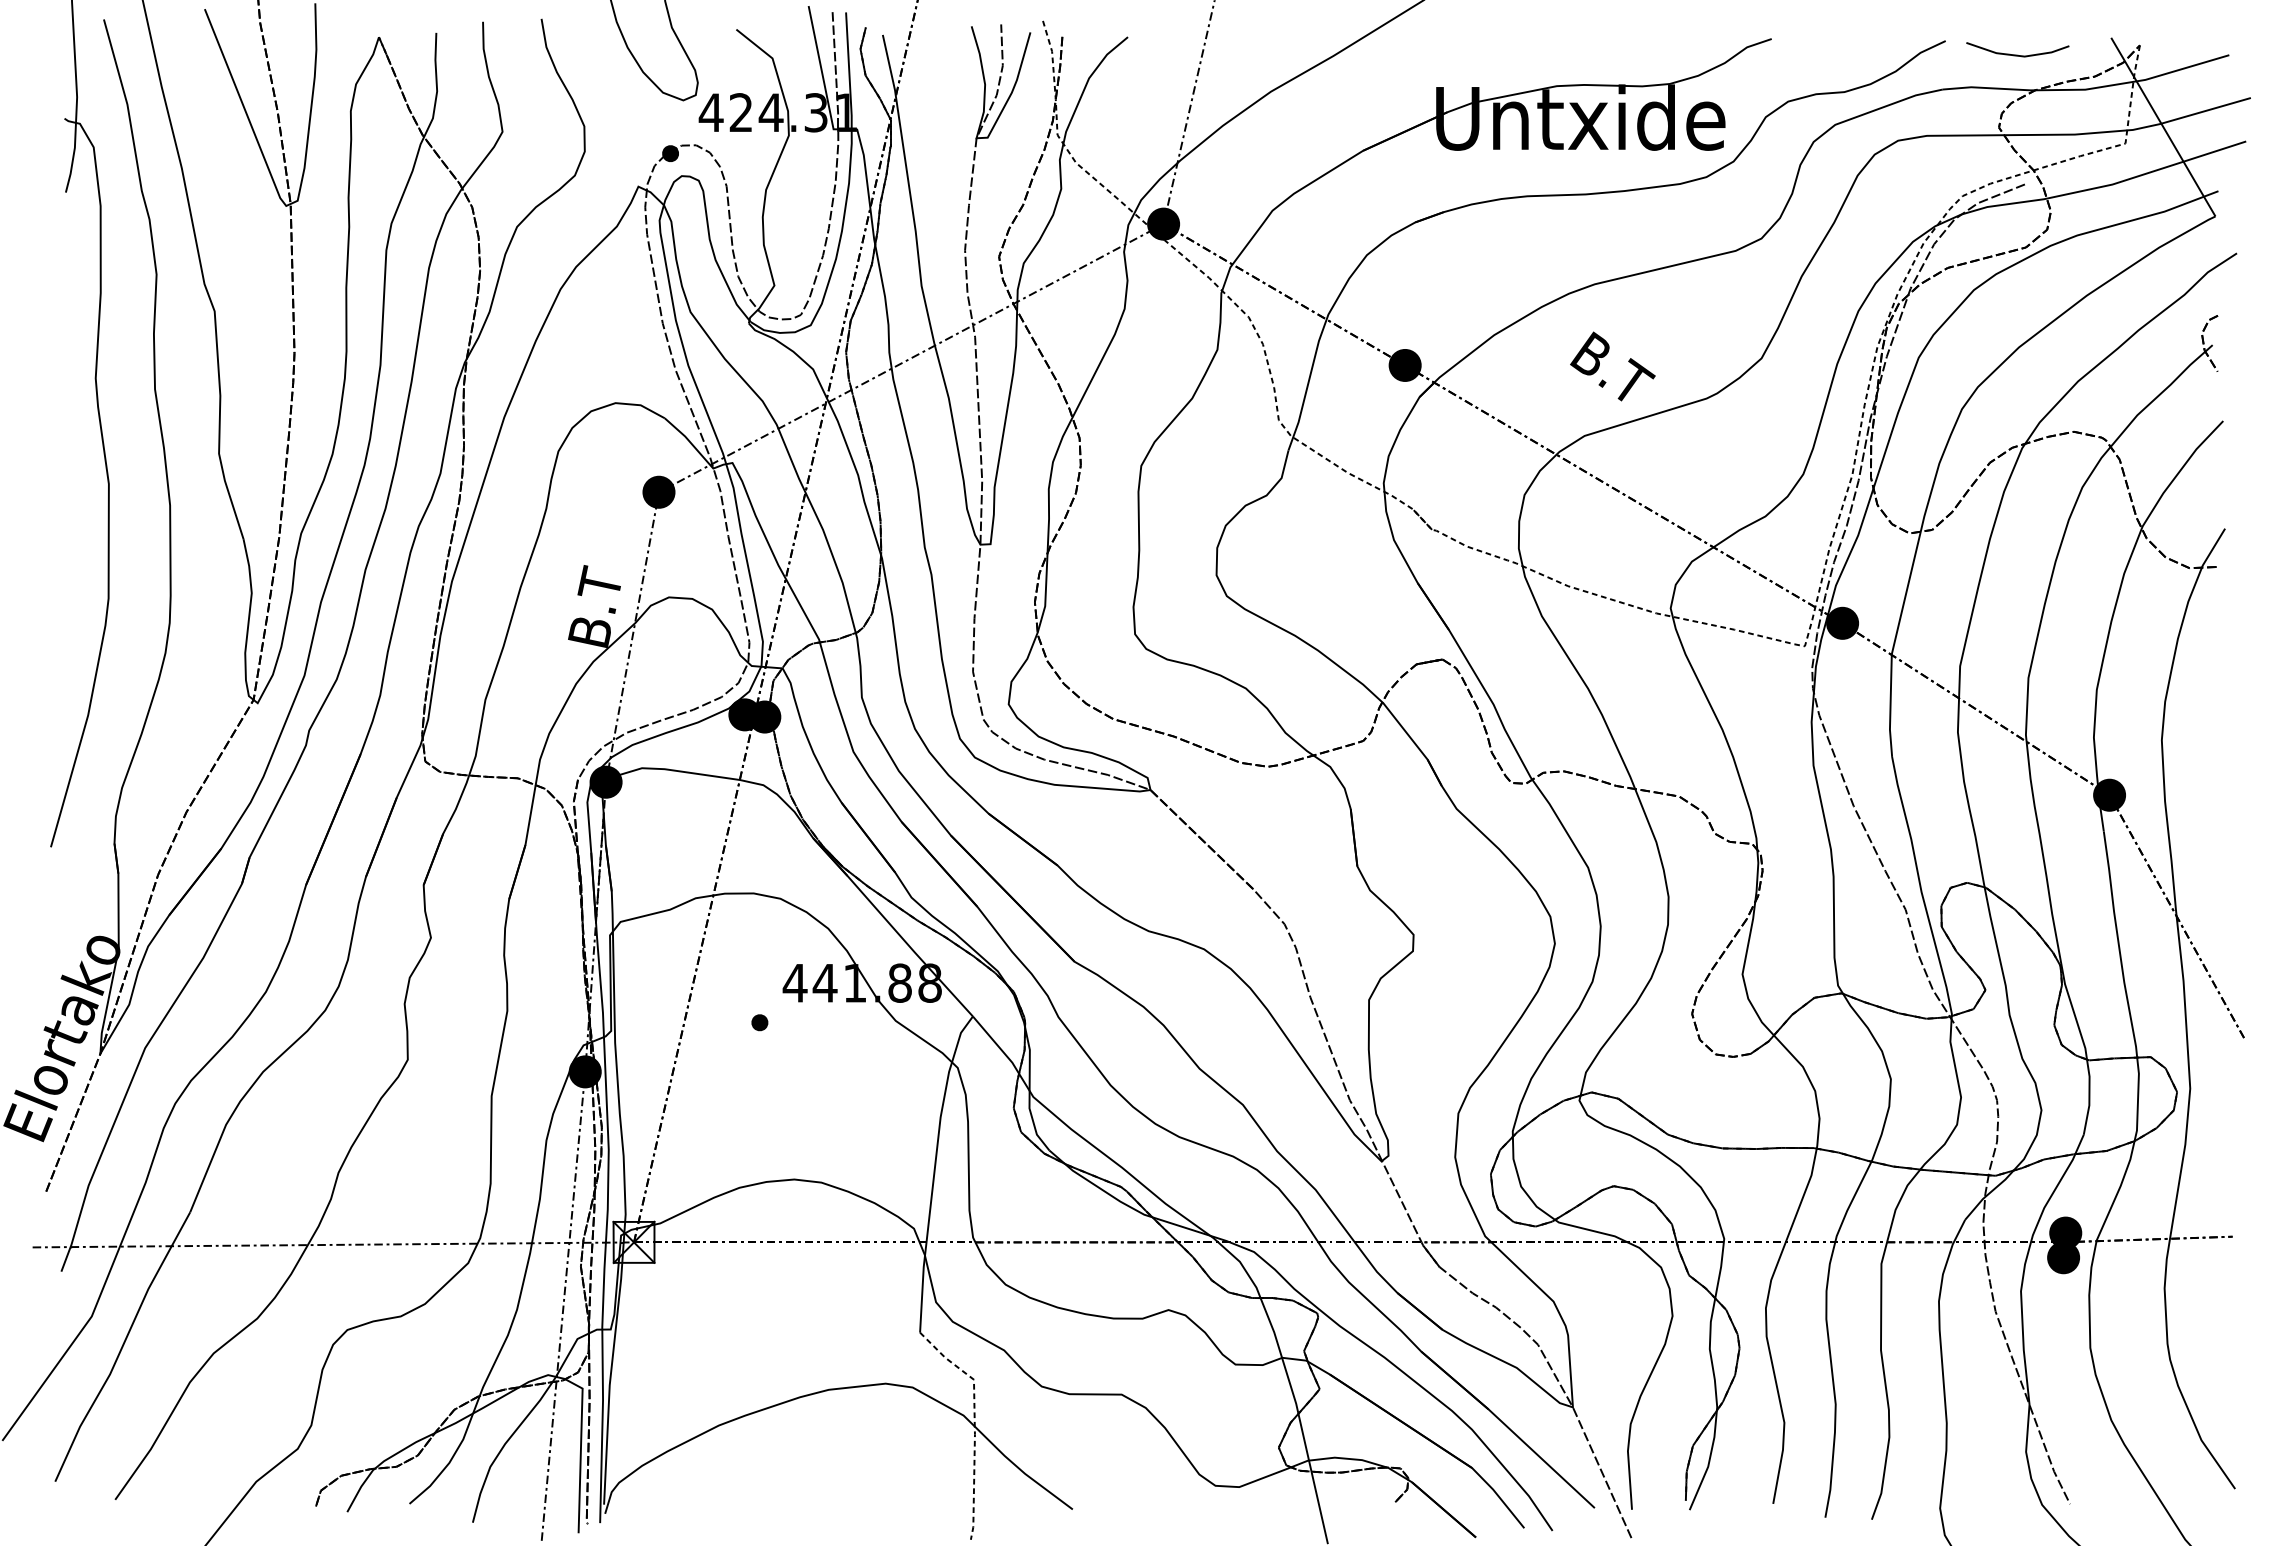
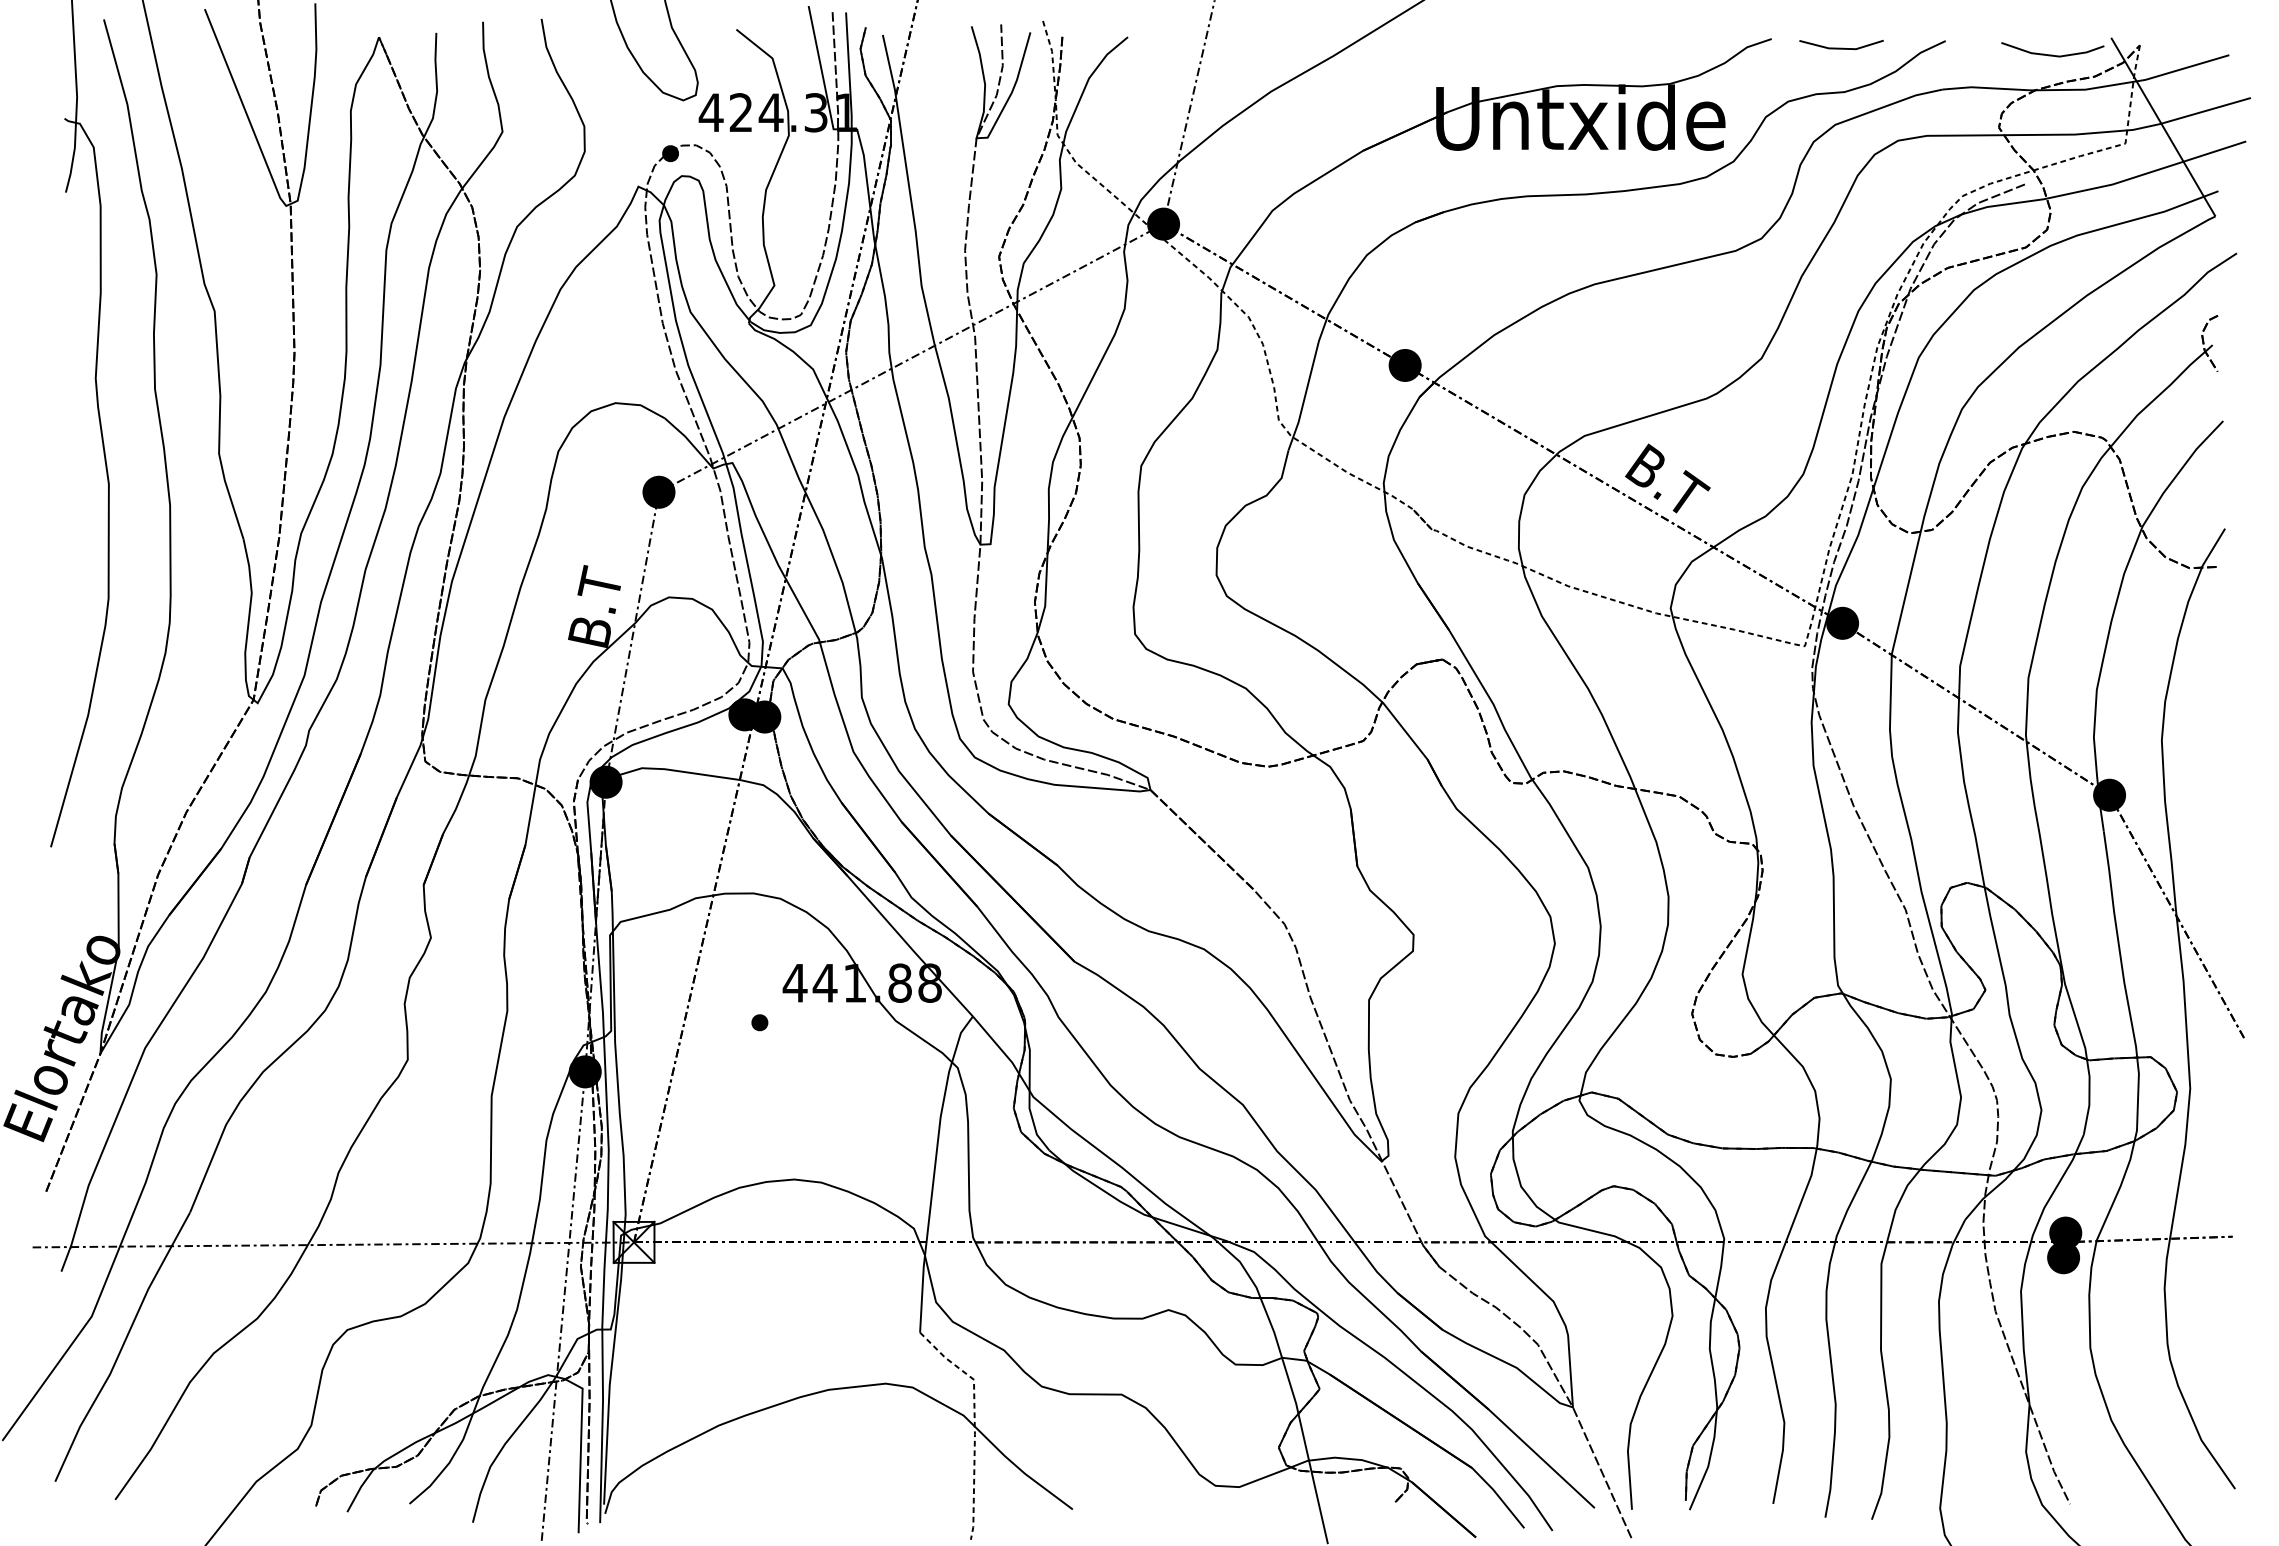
line at (1841, 47): none -> present
line at (2017, 54) position: (2017, 54) -> (2052, 54)
text at (1612, 366) position: (1612, 366) -> (1667, 478)
